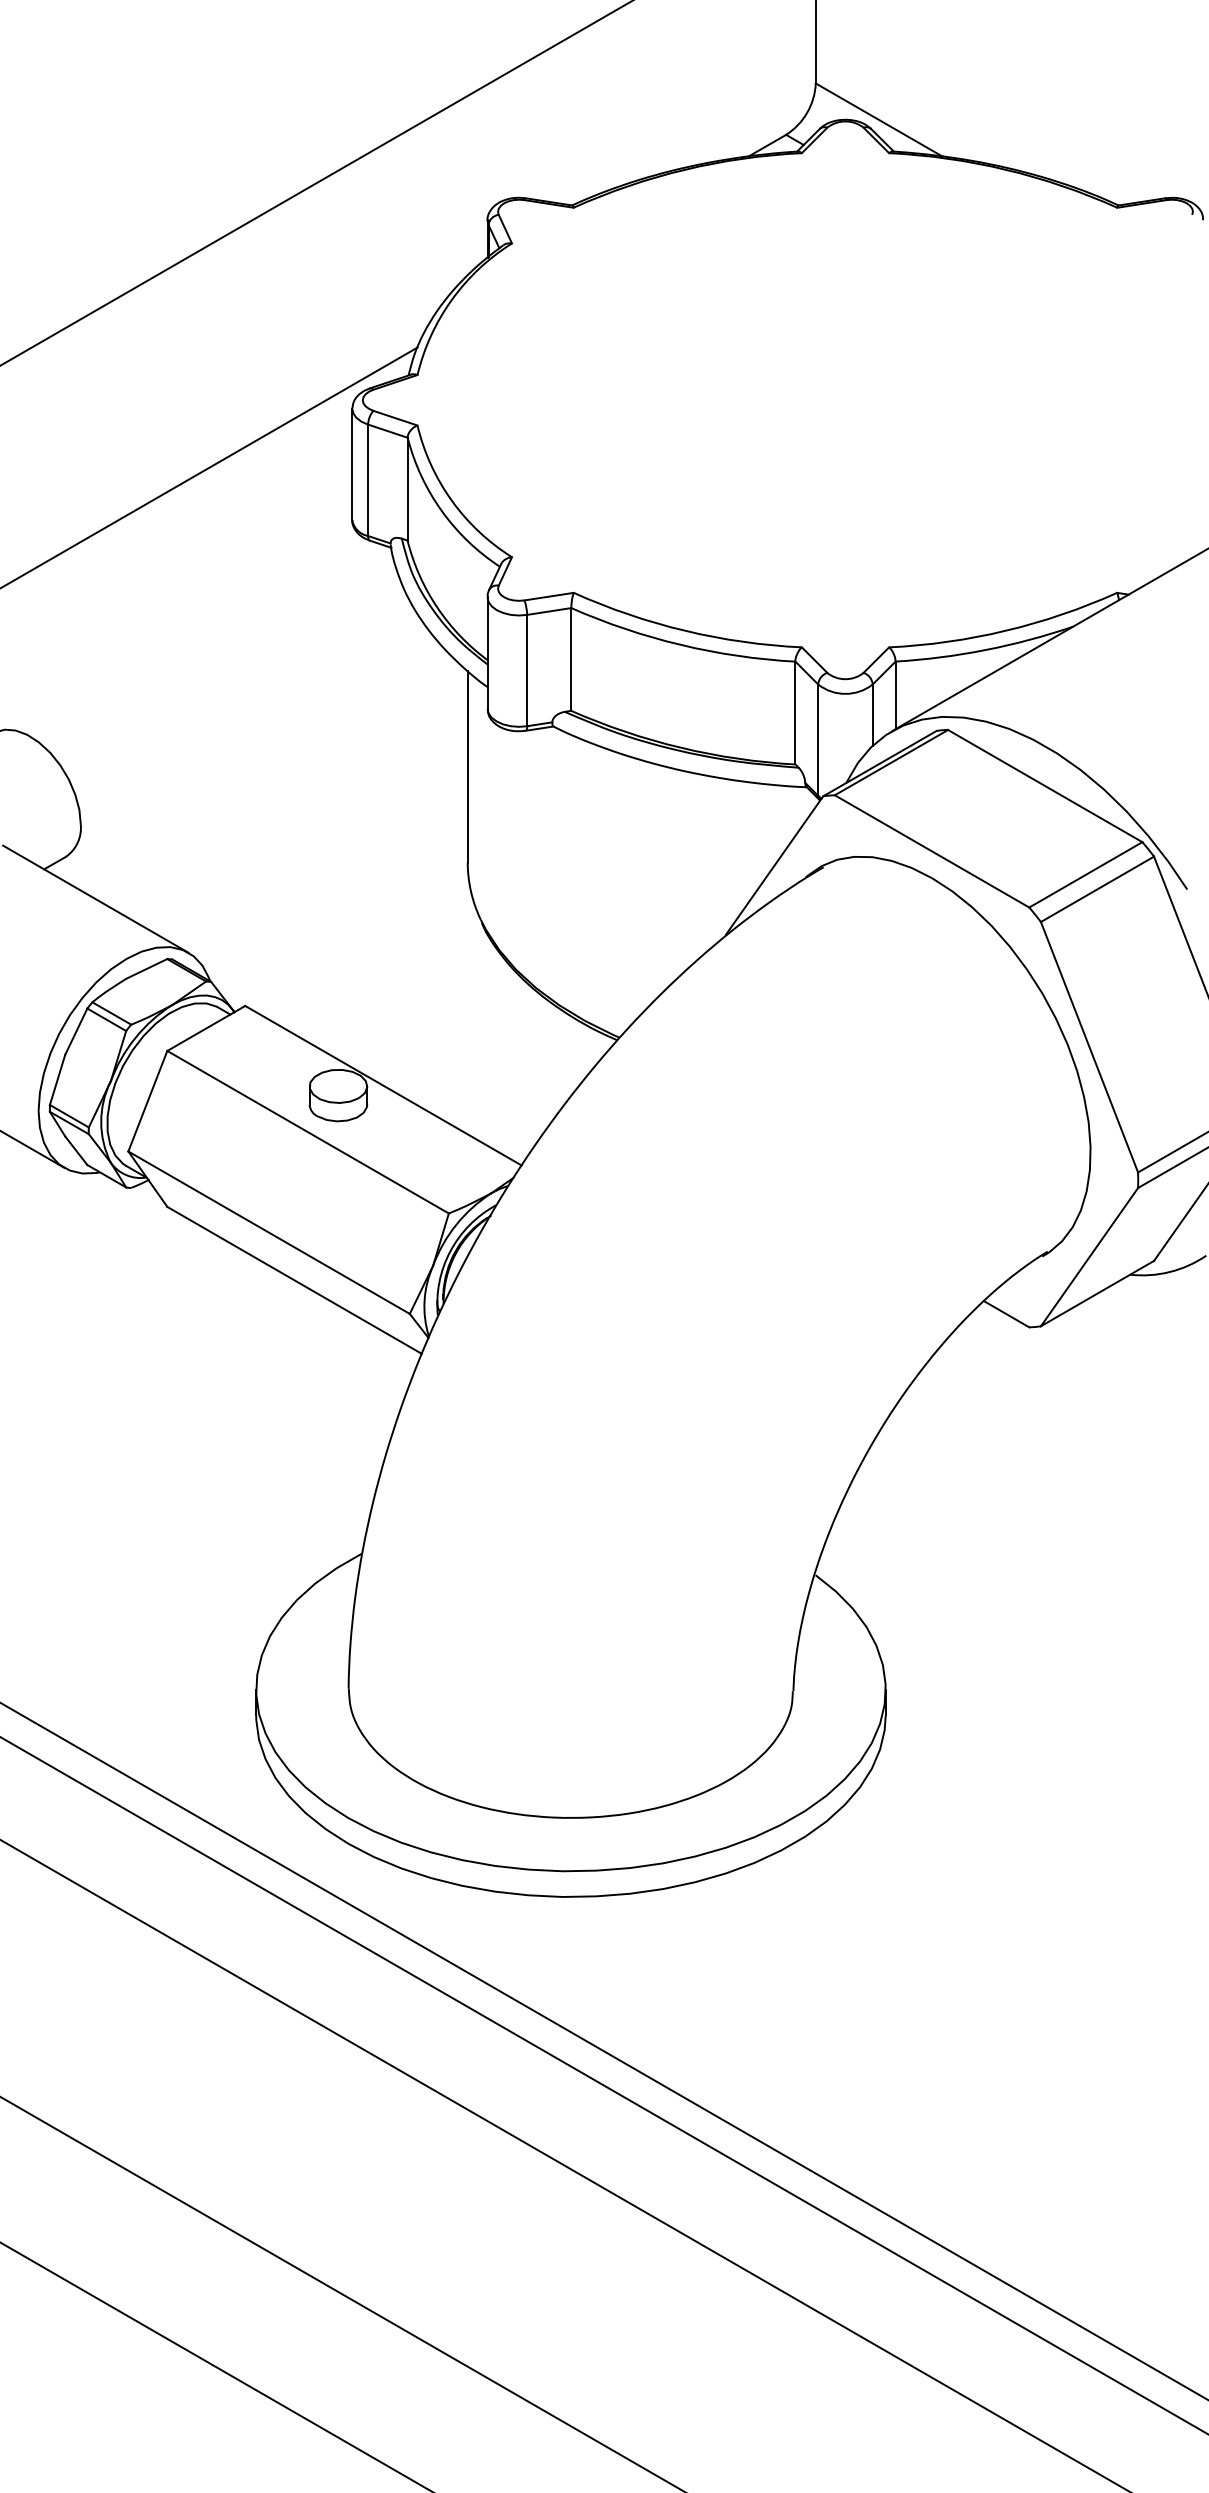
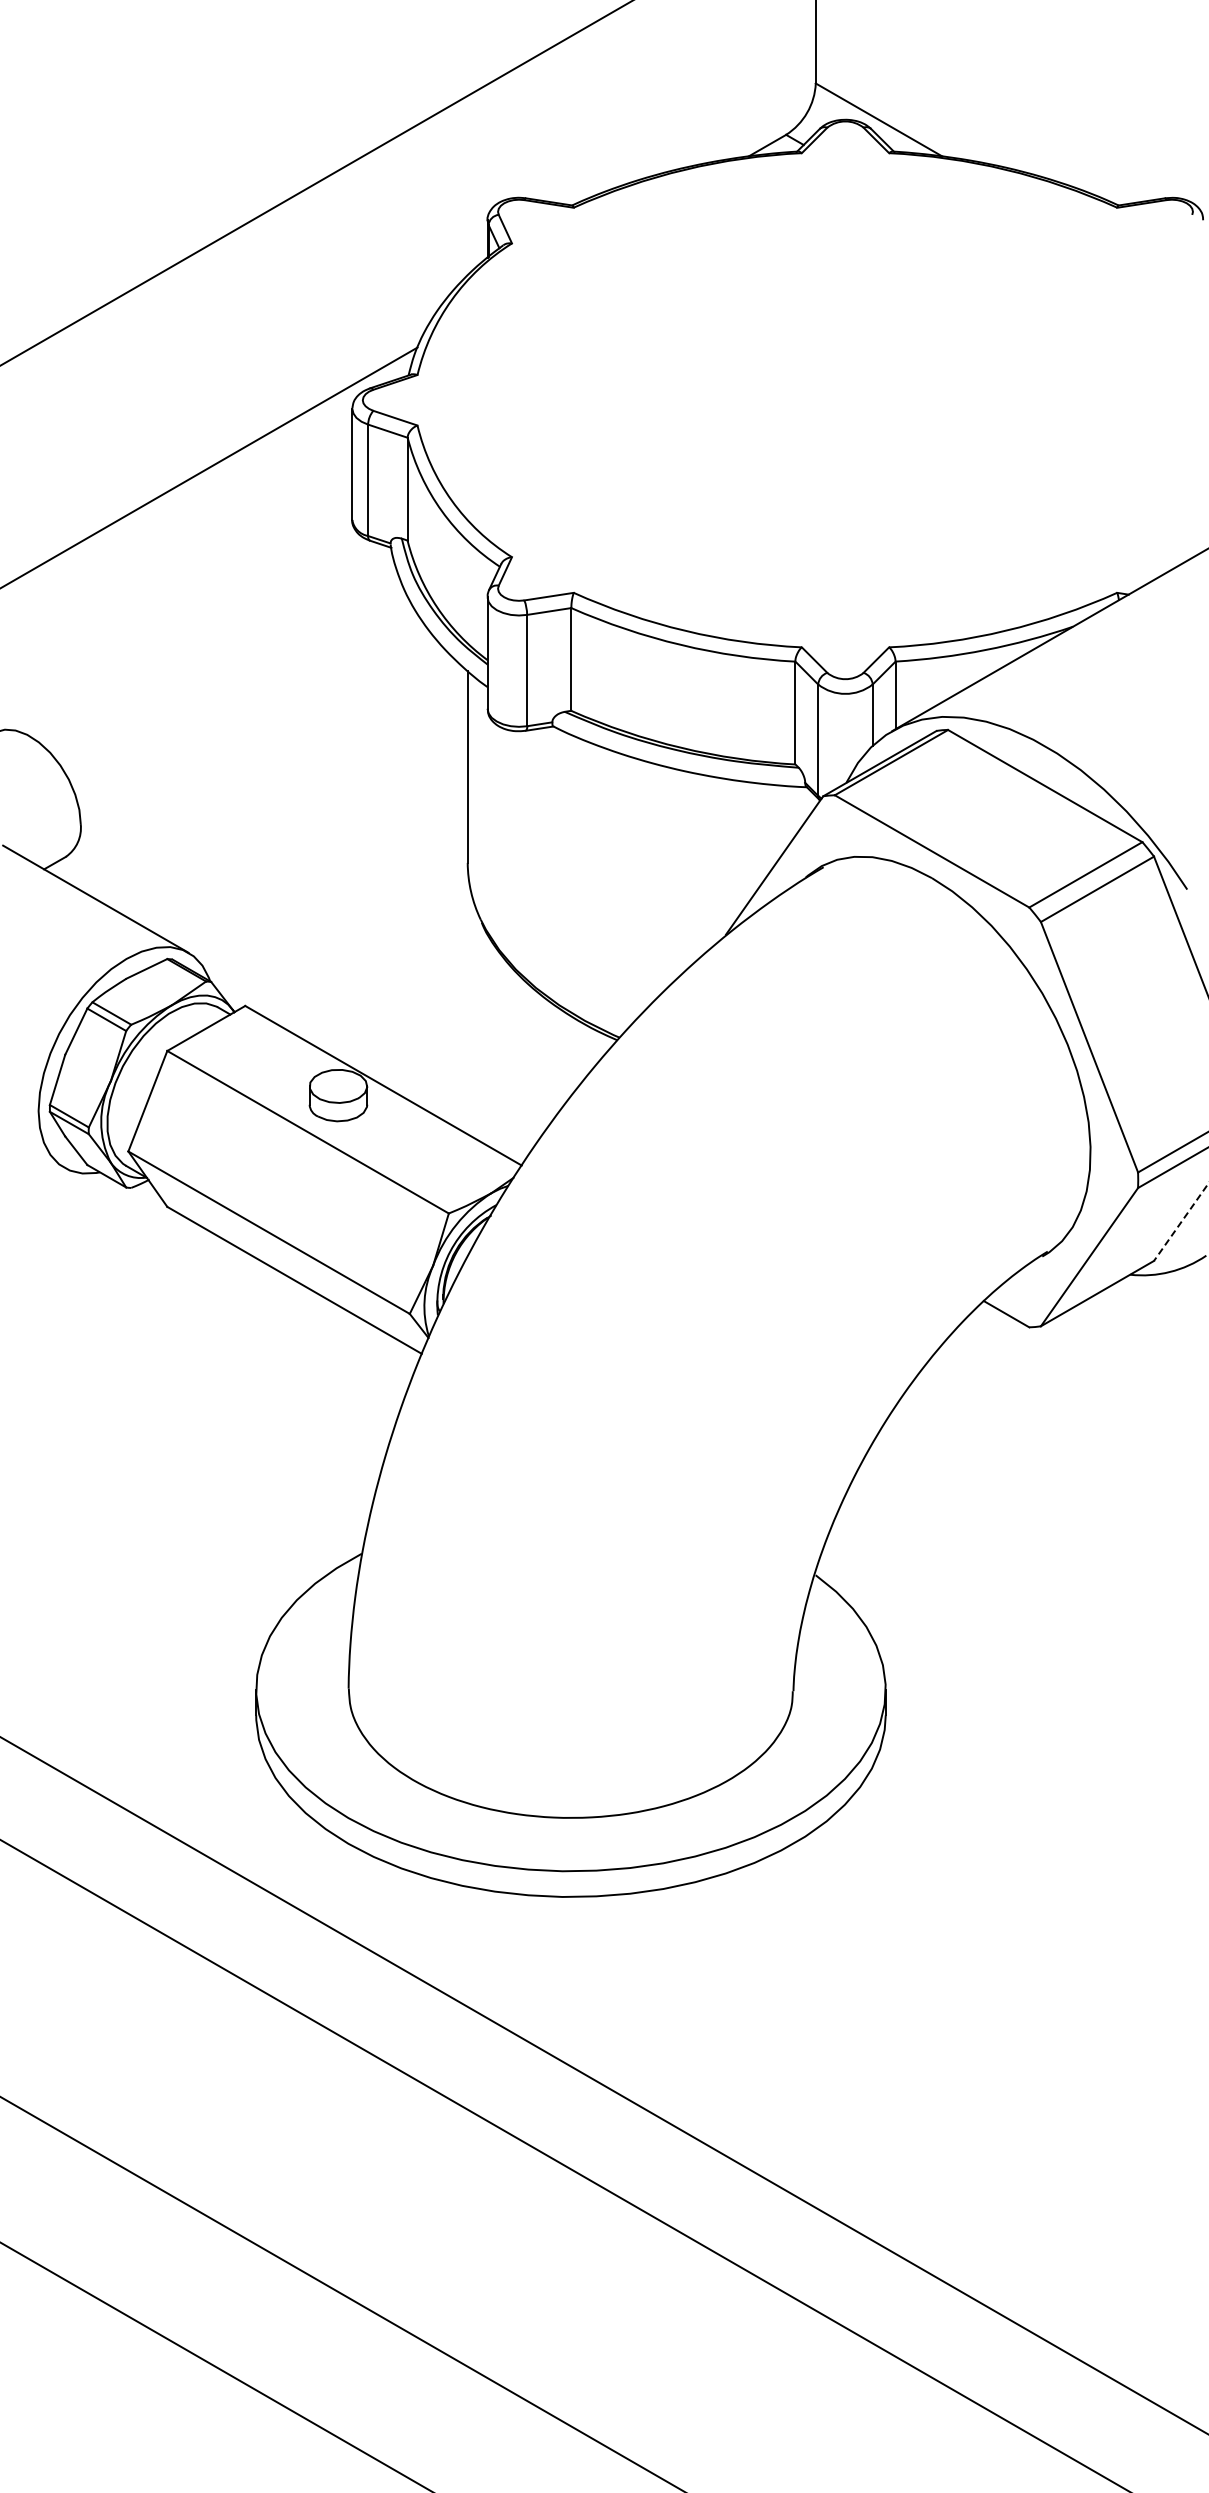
line at (33, 1149): present -> none
line at (1181, 1221): solid -> dashed
line at (603, 2051): present -> none
